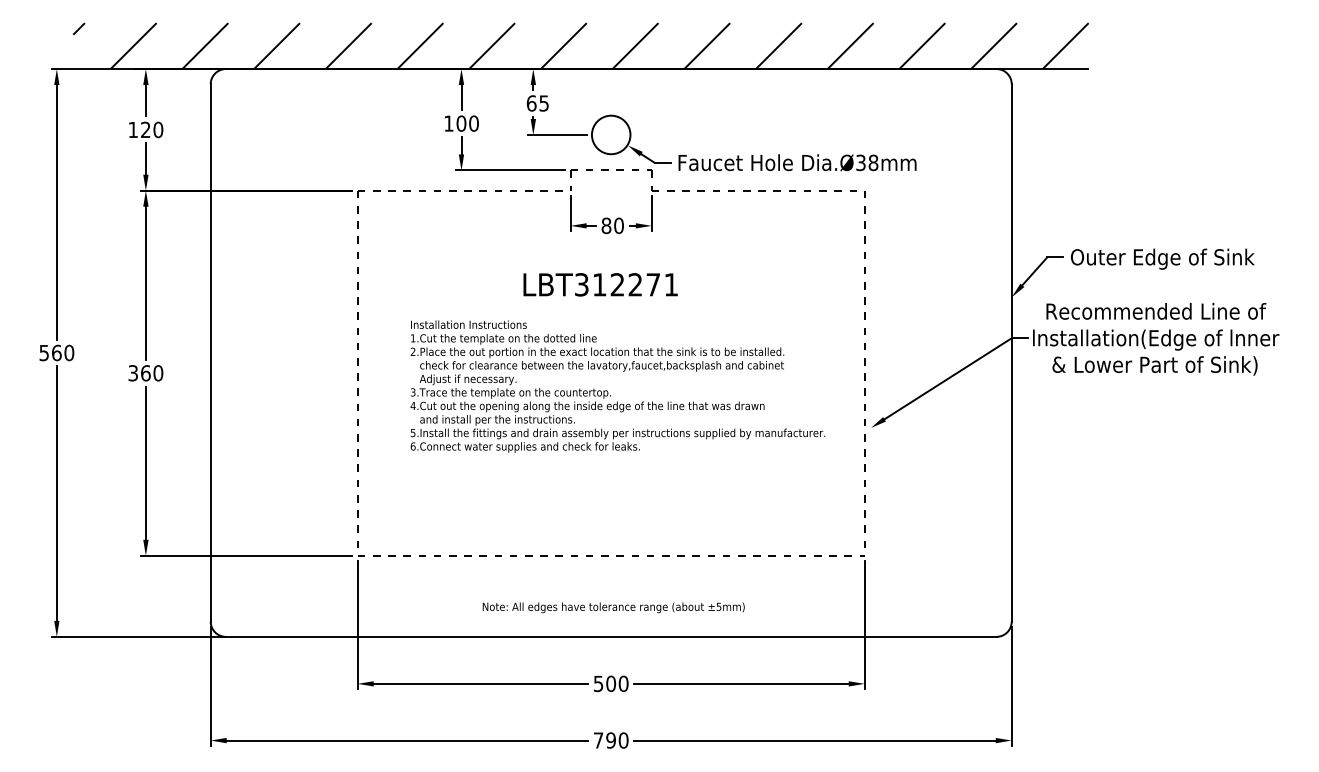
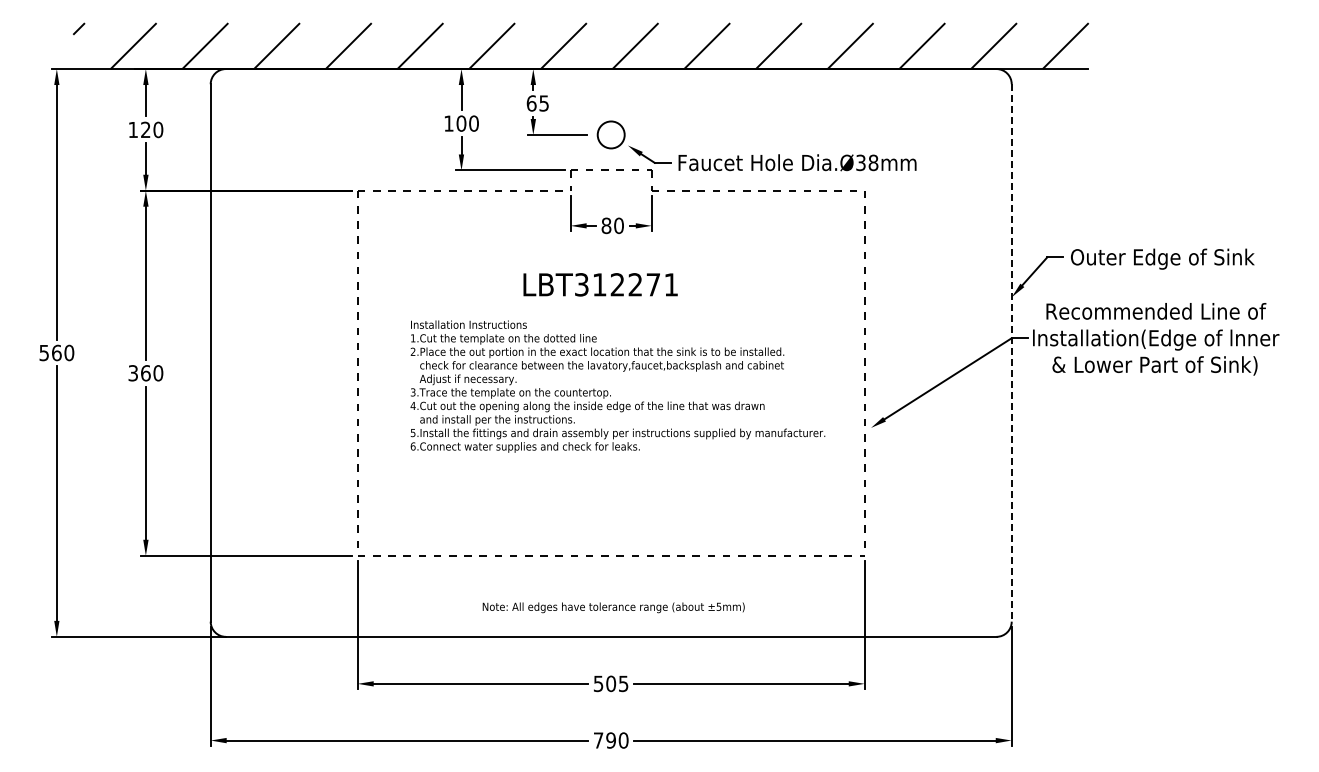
circle at (610, 134) diameter: 39 px -> 27 px
line at (1011, 352): solid -> dashed
text at (623, 683): 500 -> 505
